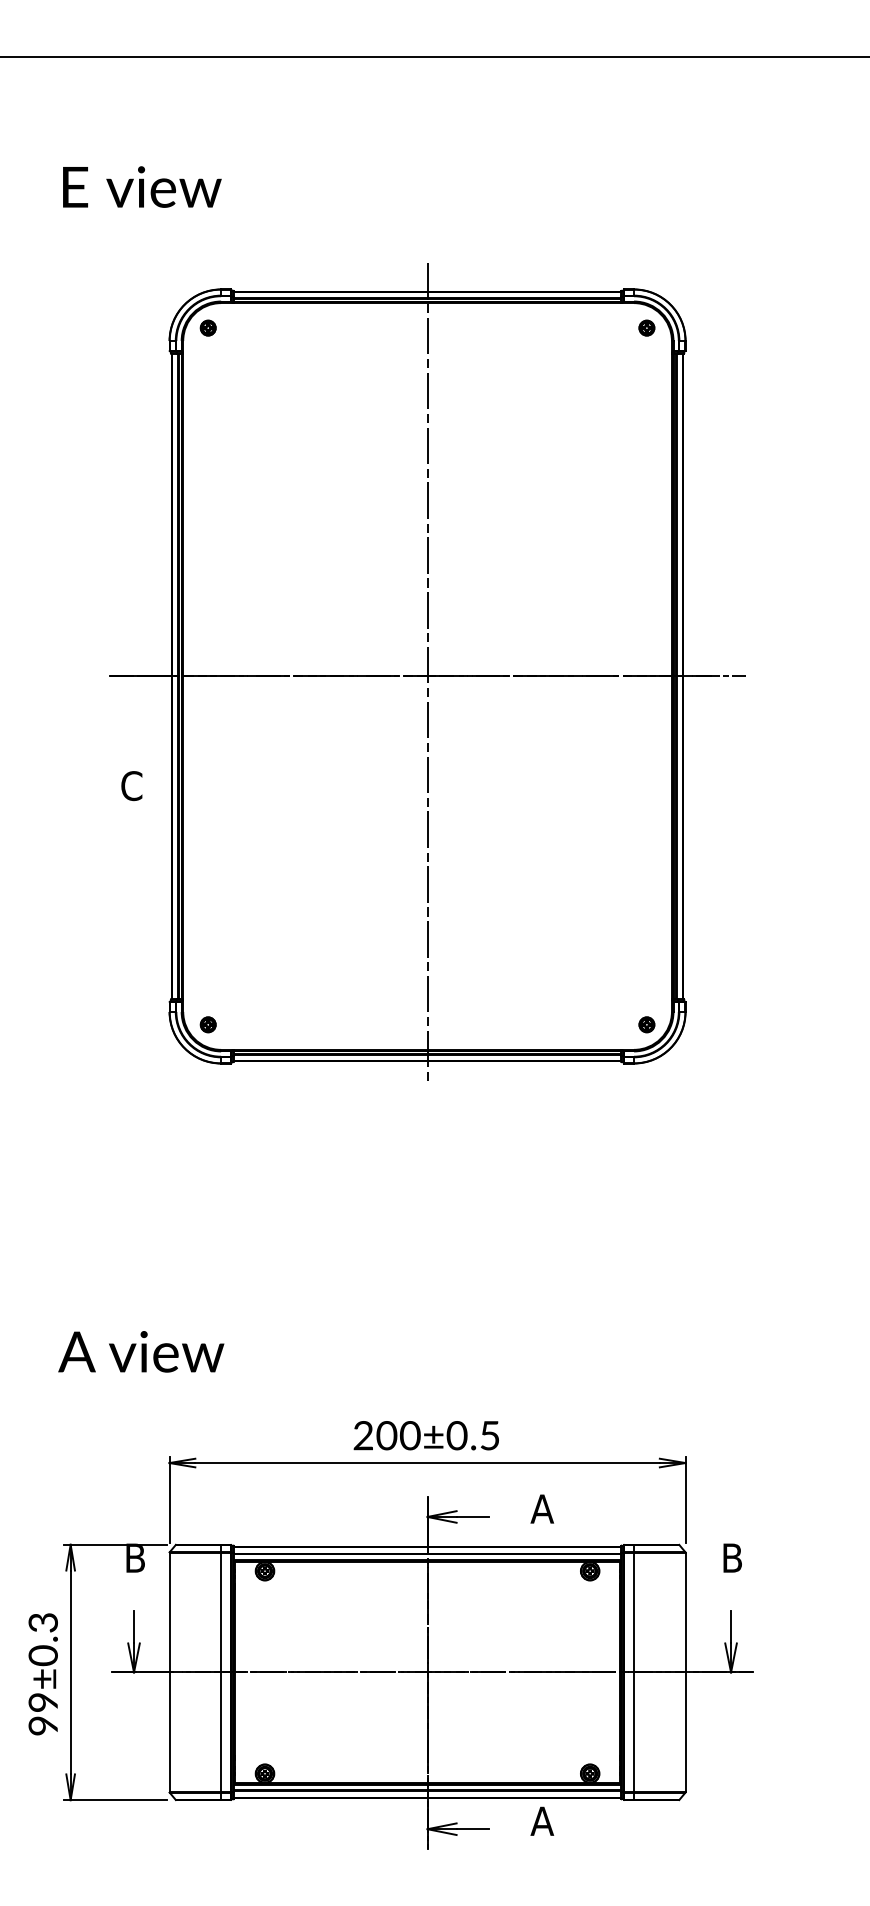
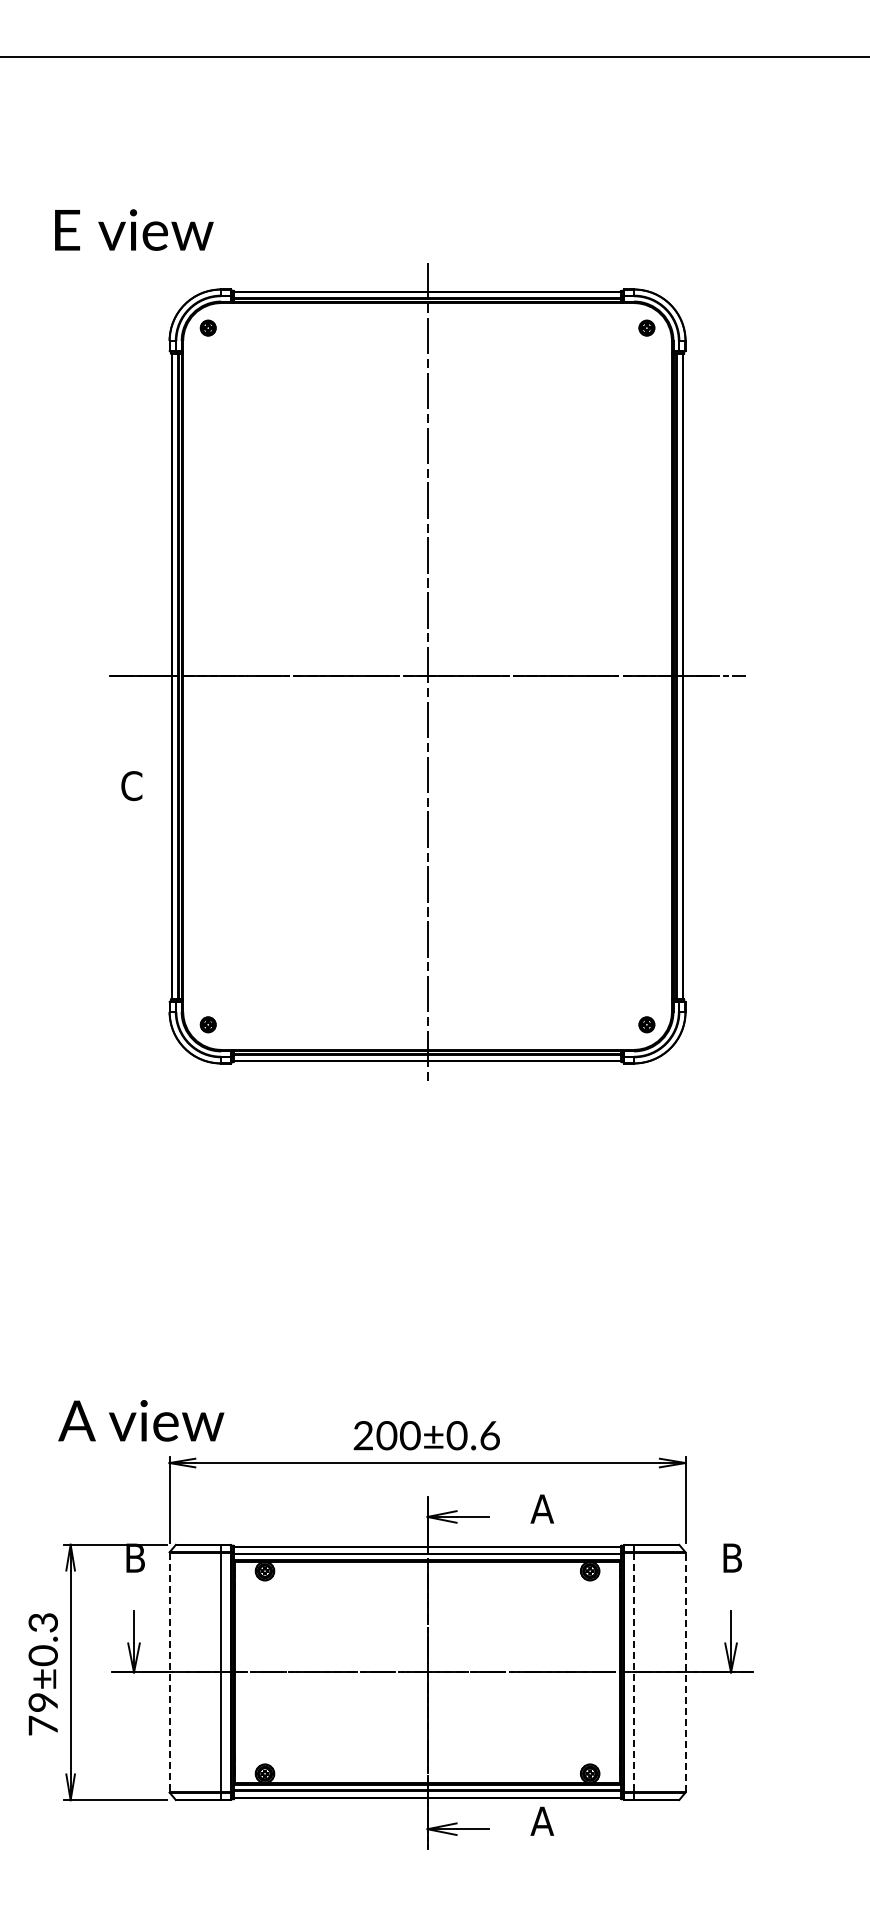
text at (142, 186) position: (142, 186) -> (134, 229)
text at (141, 1351) position: (141, 1351) -> (141, 1420)
text at (489, 1435): 200±0.5 -> 200±0.6
line at (169, 1672): solid -> dashed
line at (634, 1672): solid -> dashed
line at (685, 1672): solid -> dashed
text at (42, 1725): 99±0.3 -> 79±0.3
